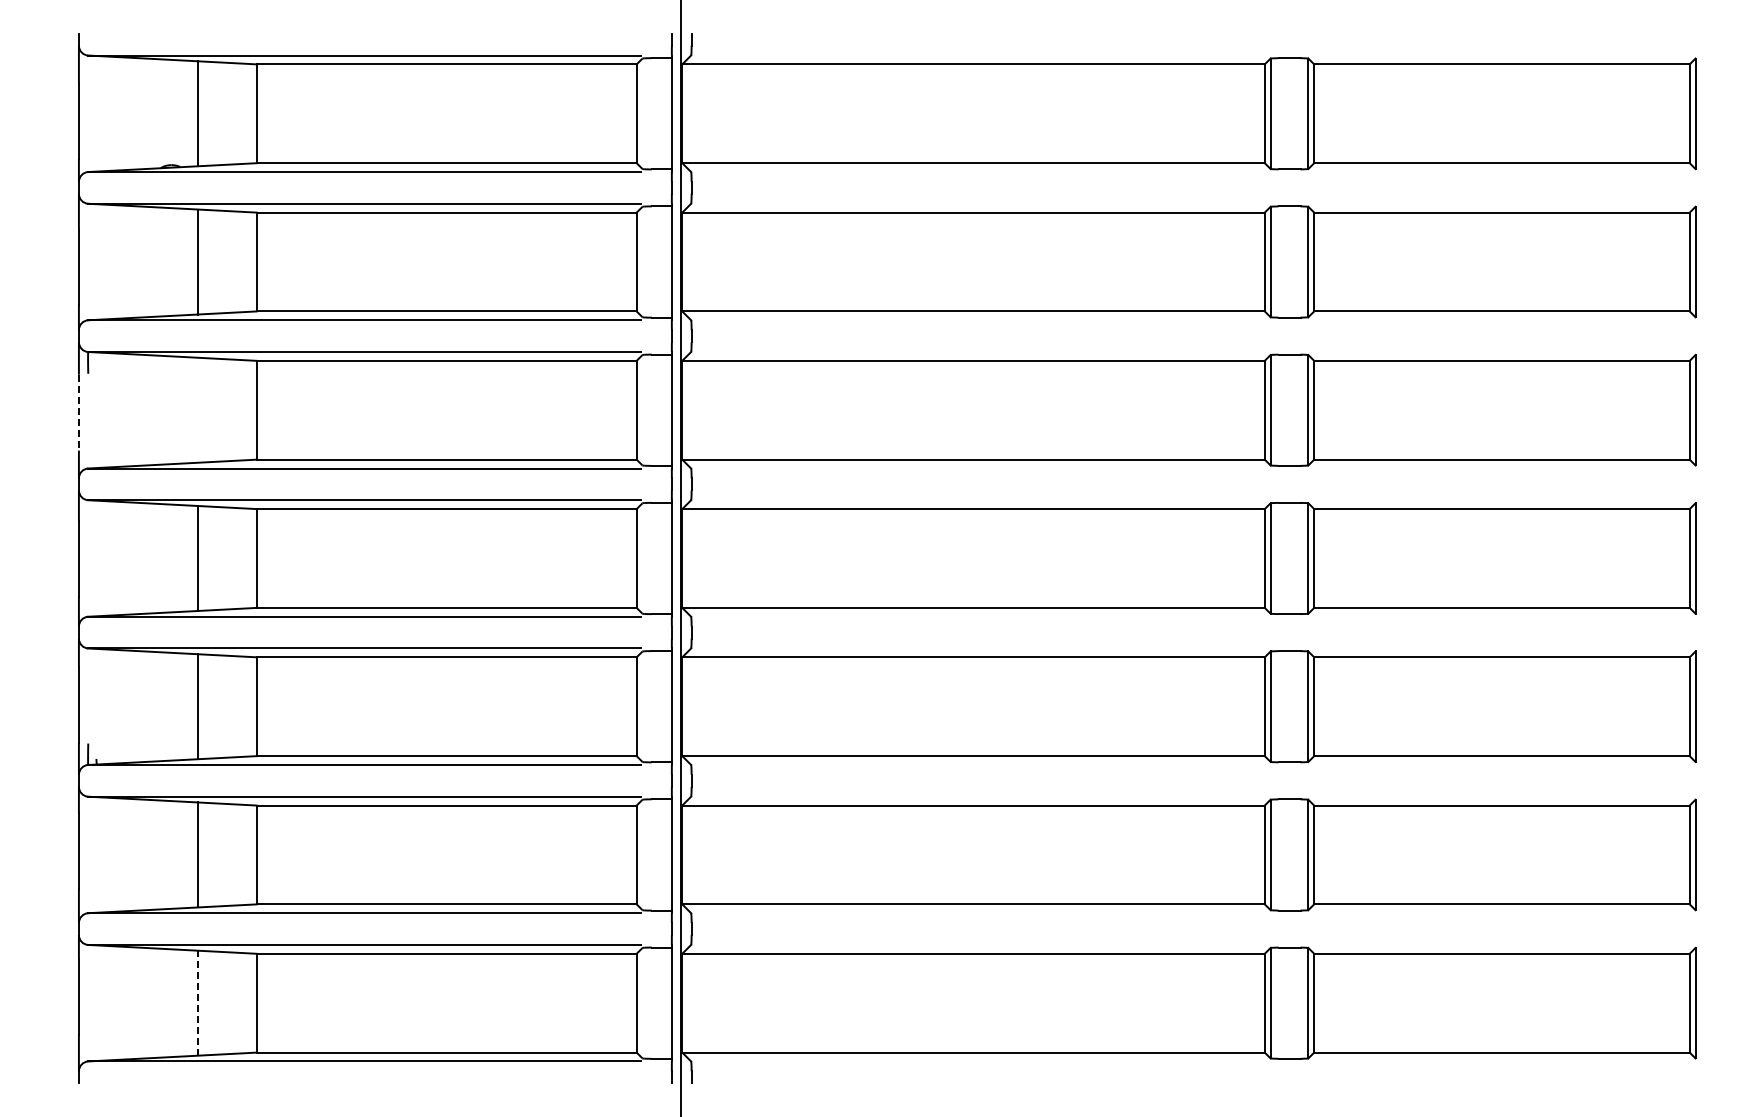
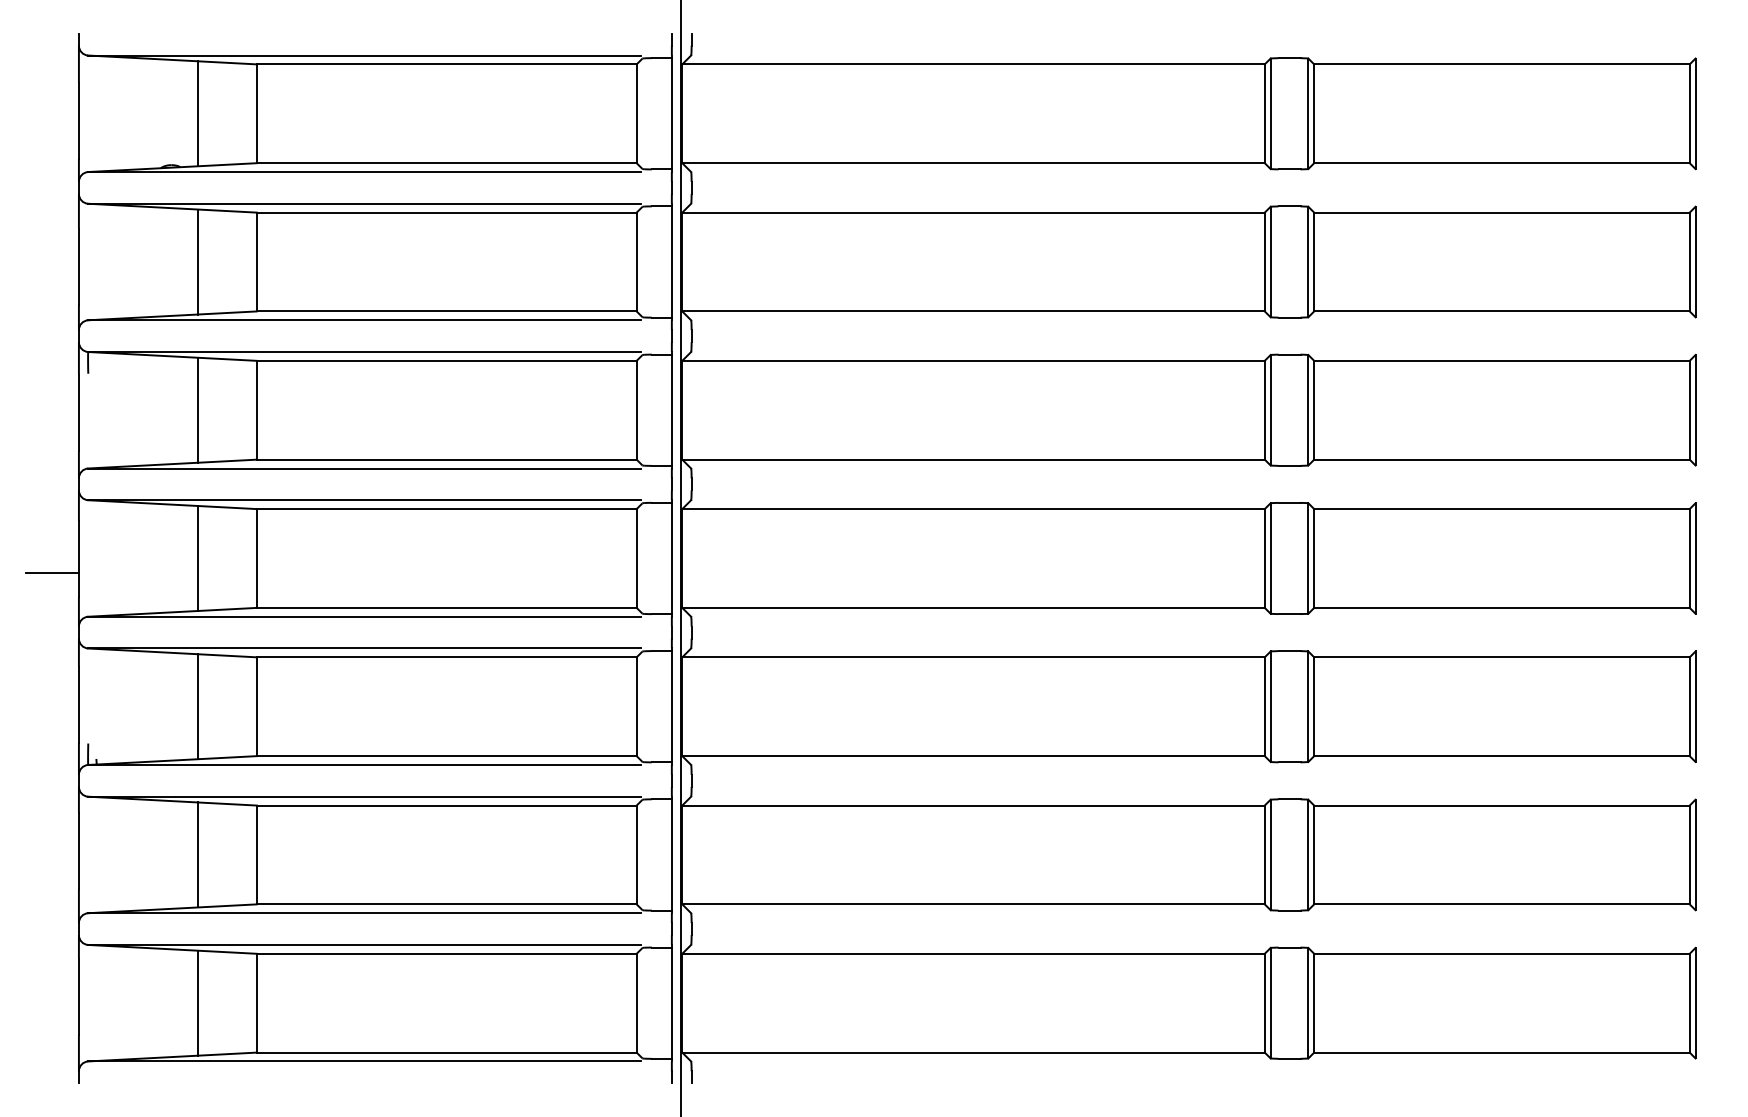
line at (197, 409): none -> present
line at (78, 412): dashed -> solid
line at (51, 573): none -> present
line at (197, 1003): dashed -> solid
